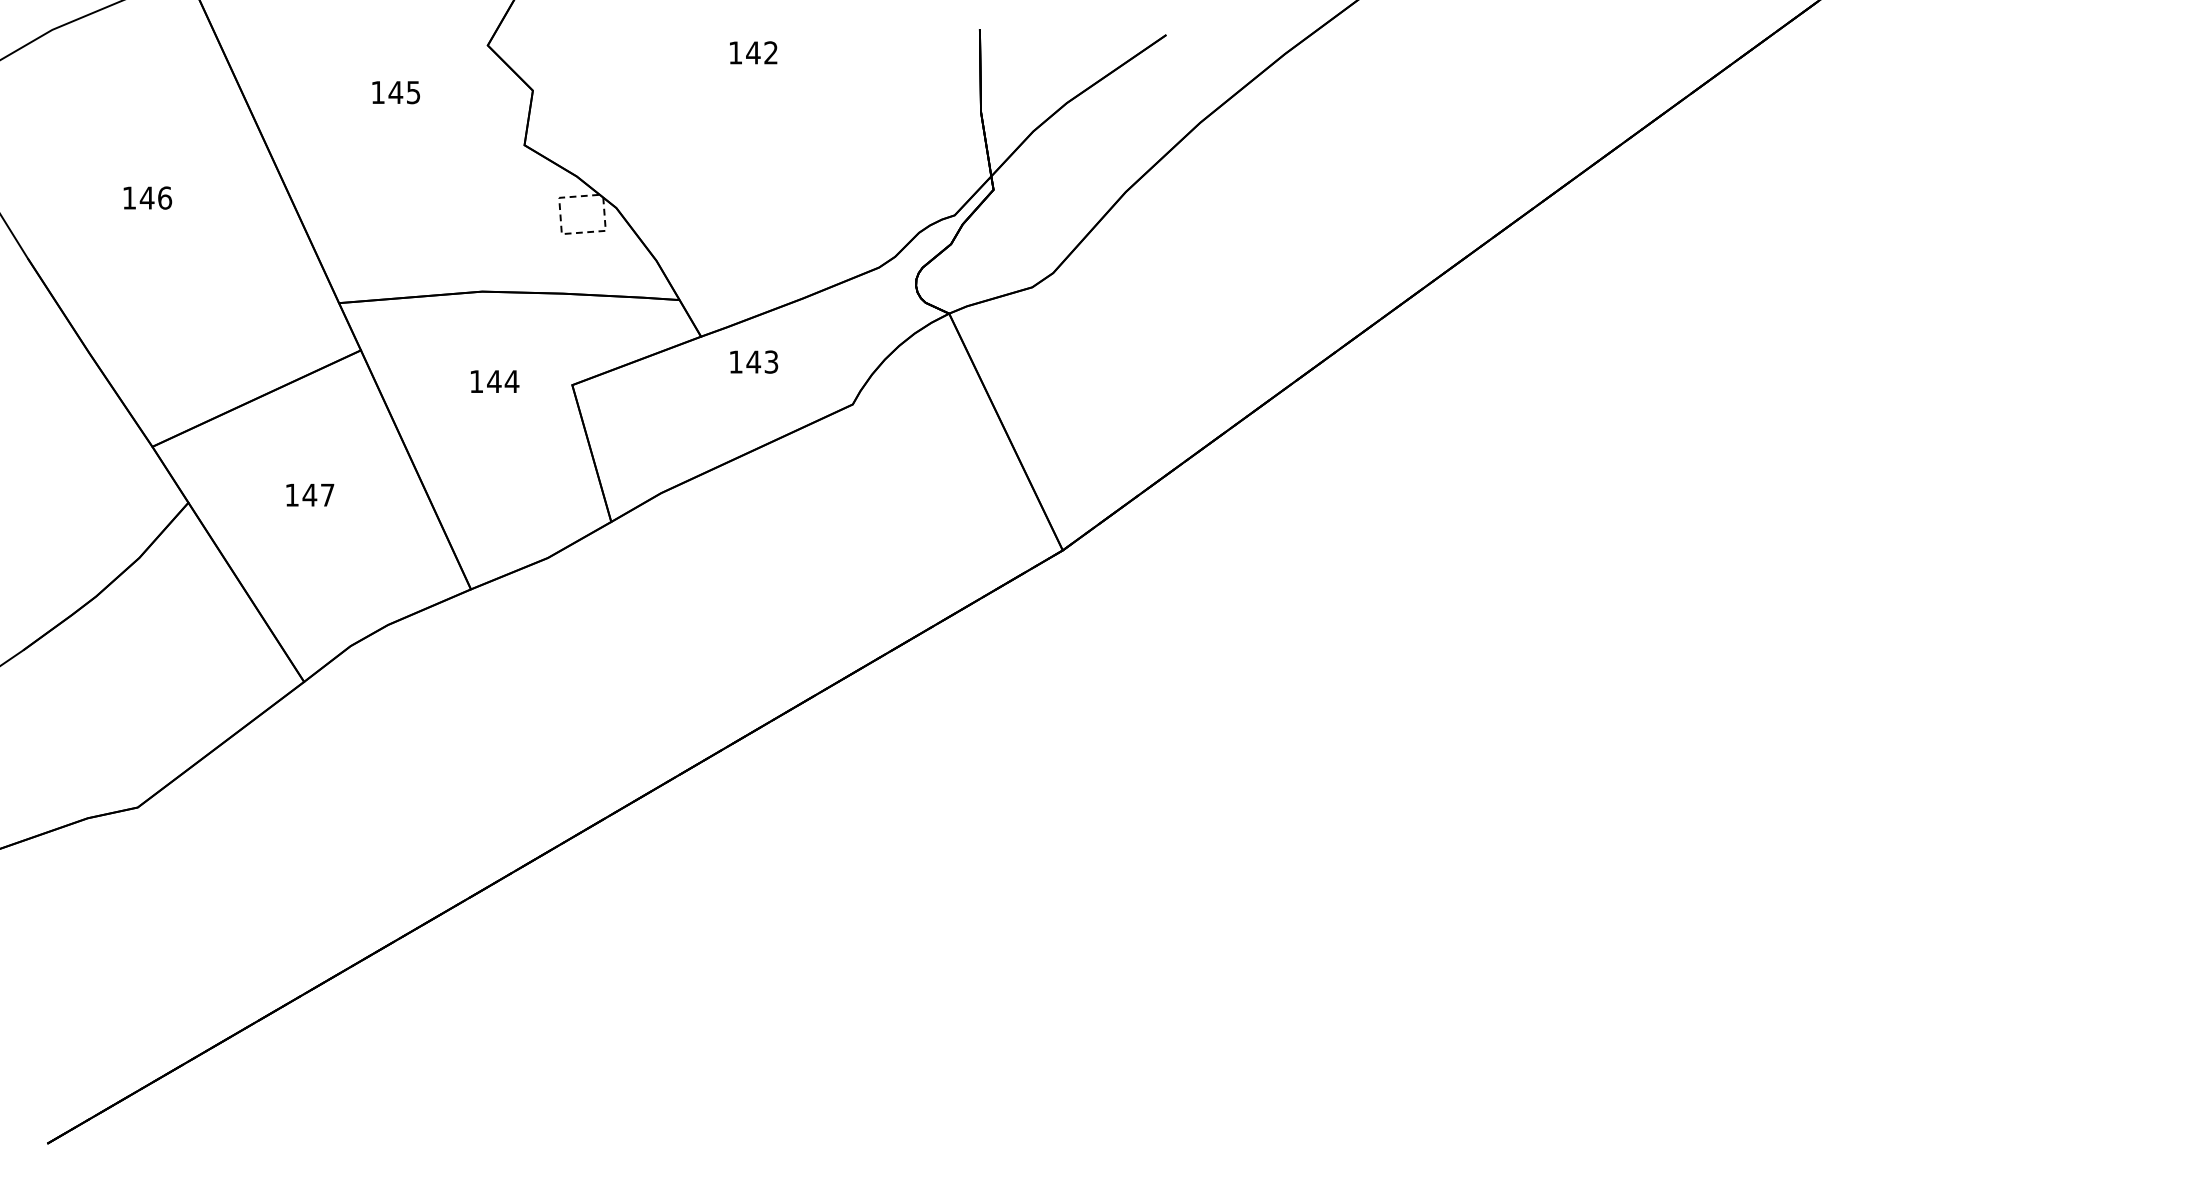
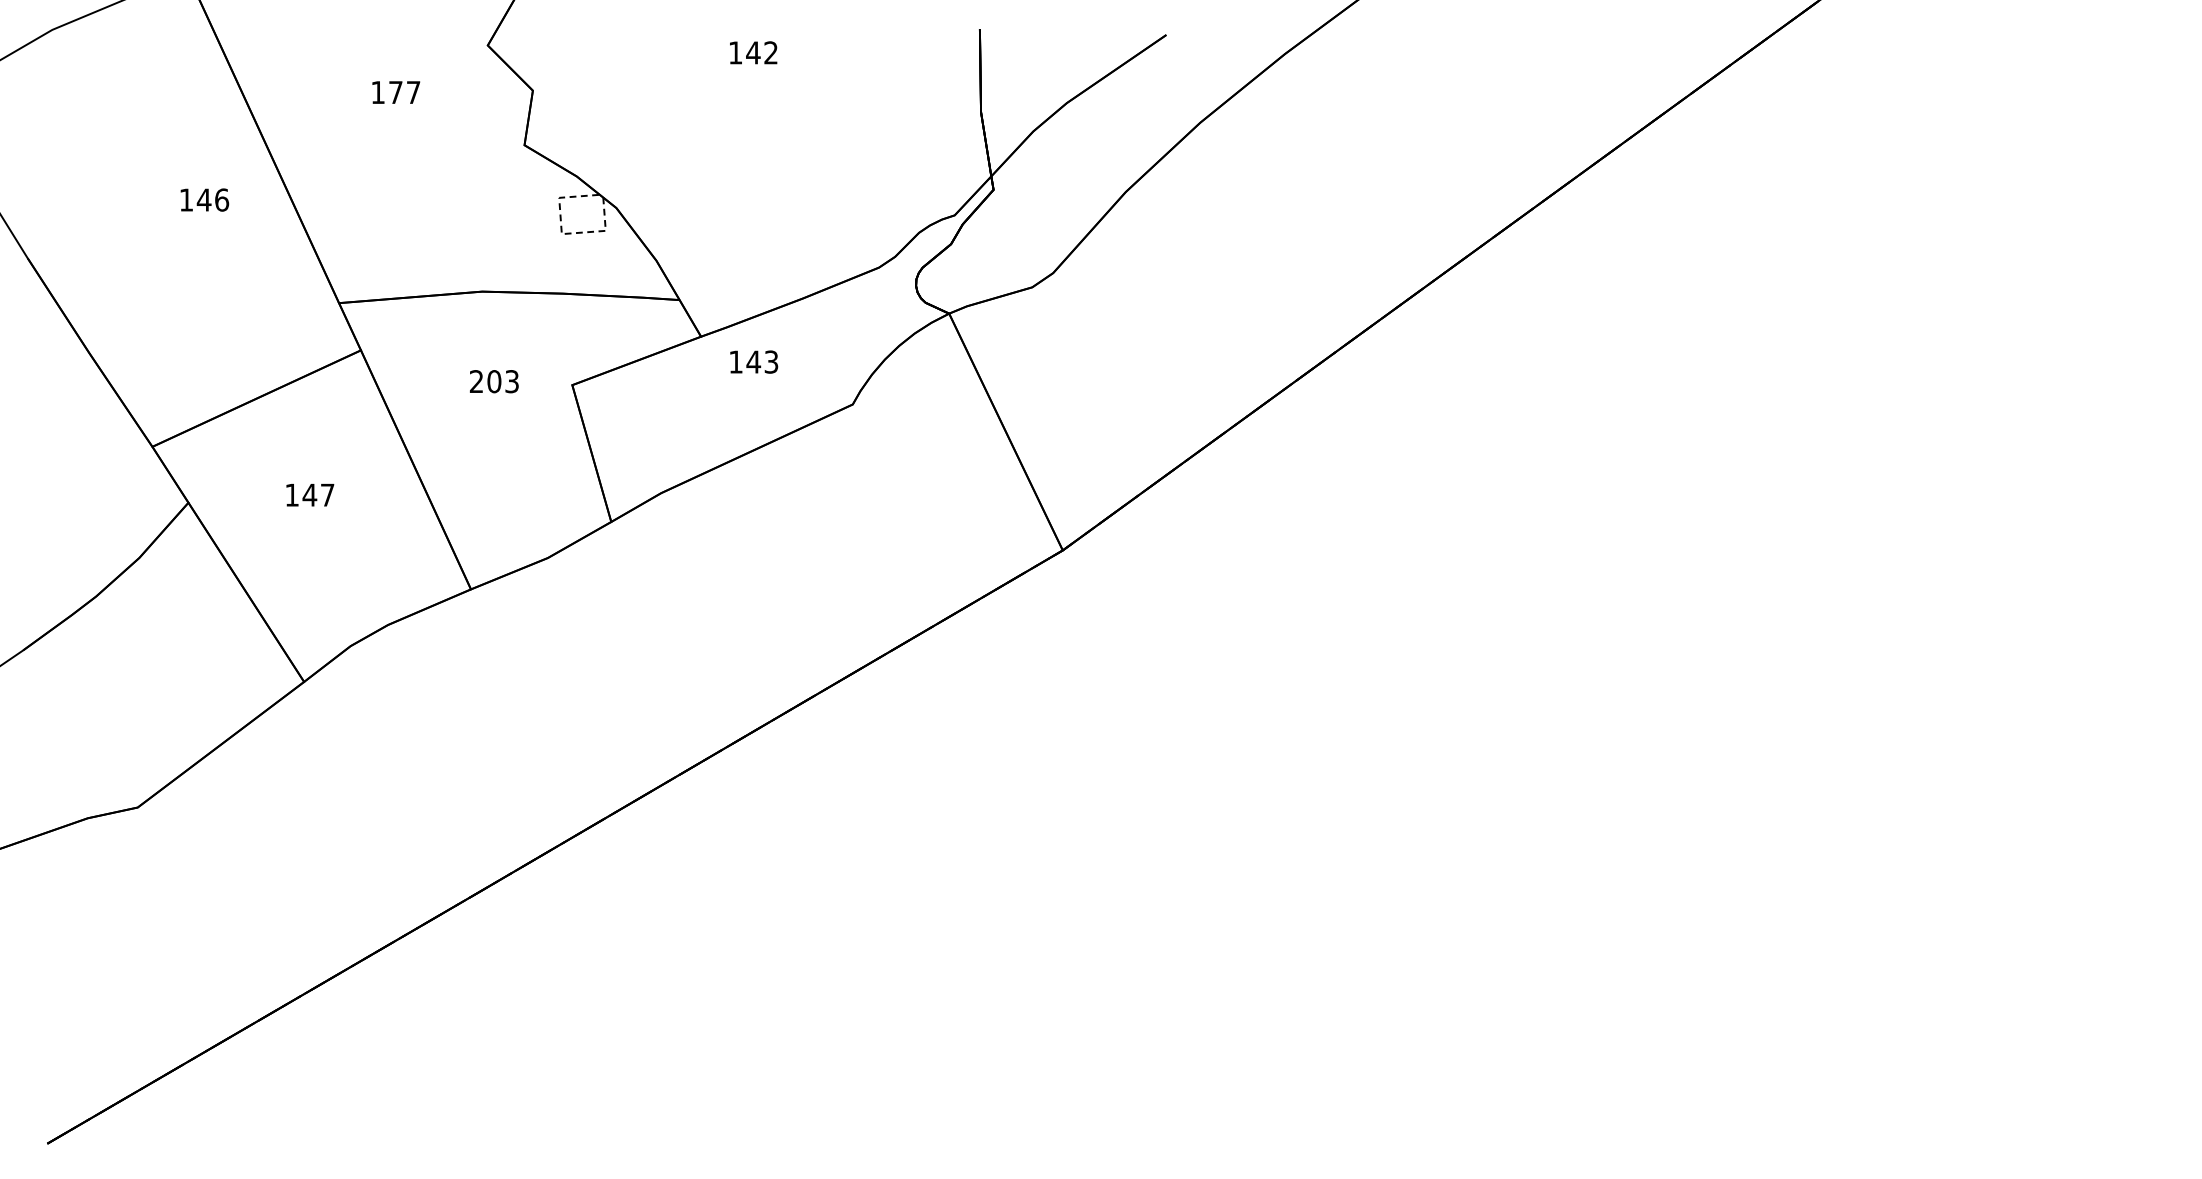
text at (404, 92): 145 -> 177
text at (147, 197) position: (147, 197) -> (204, 199)
text at (494, 381): 144 -> 203
